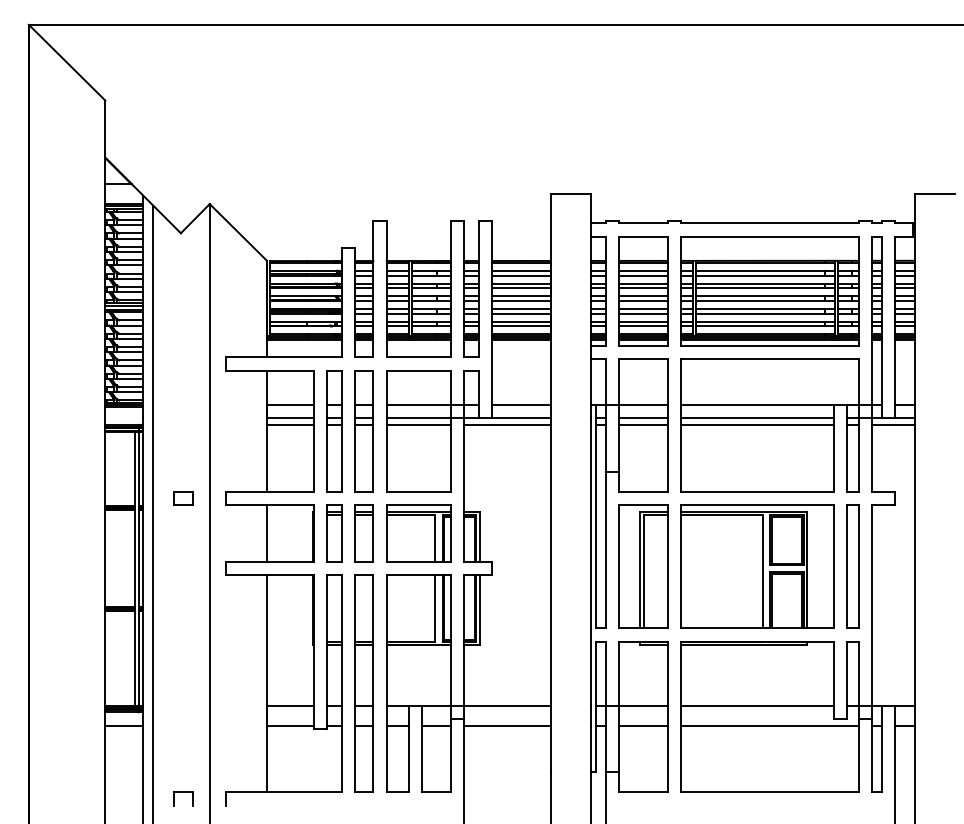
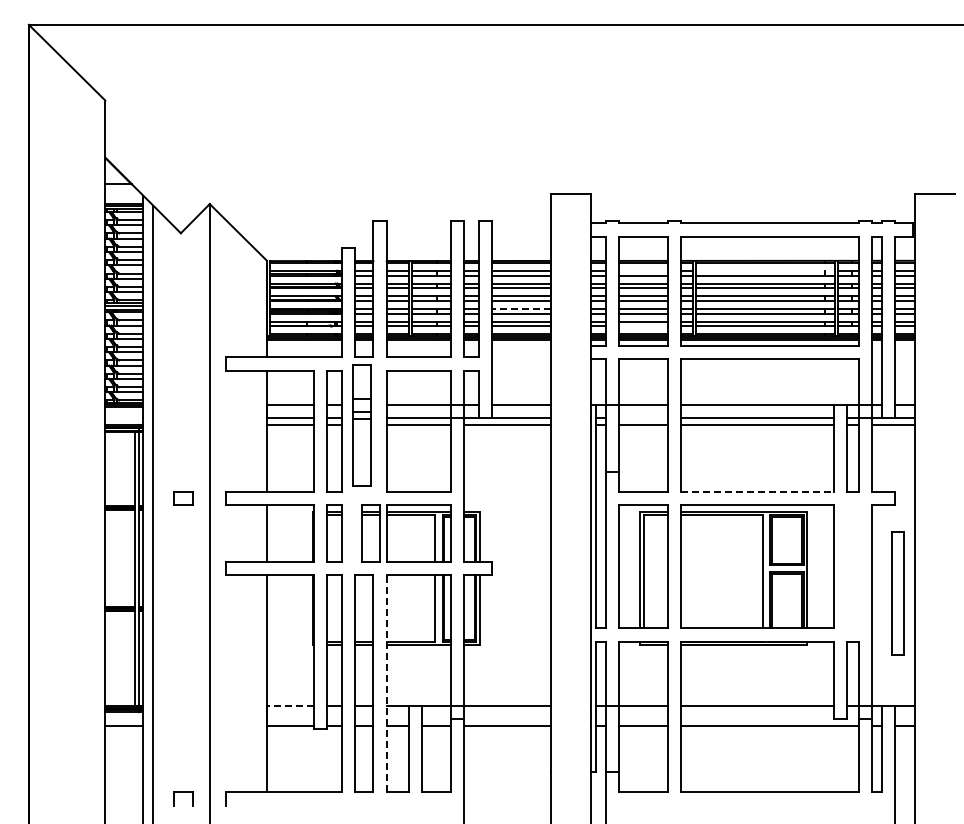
line at (643, 270): present -> none
line at (765, 270): present -> none
line at (521, 308): solid -> dashed
line at (643, 326): present -> none
line at (643, 418): present -> none
part at (363, 431) position: (363, 431) -> (361, 425)
line at (758, 491): solid -> dashed
part at (363, 533) position: (363, 533) -> (370, 533)
part at (852, 566) position: (852, 566) -> (897, 593)
line at (386, 683): solid -> dashed
line at (289, 705): solid -> dashed
